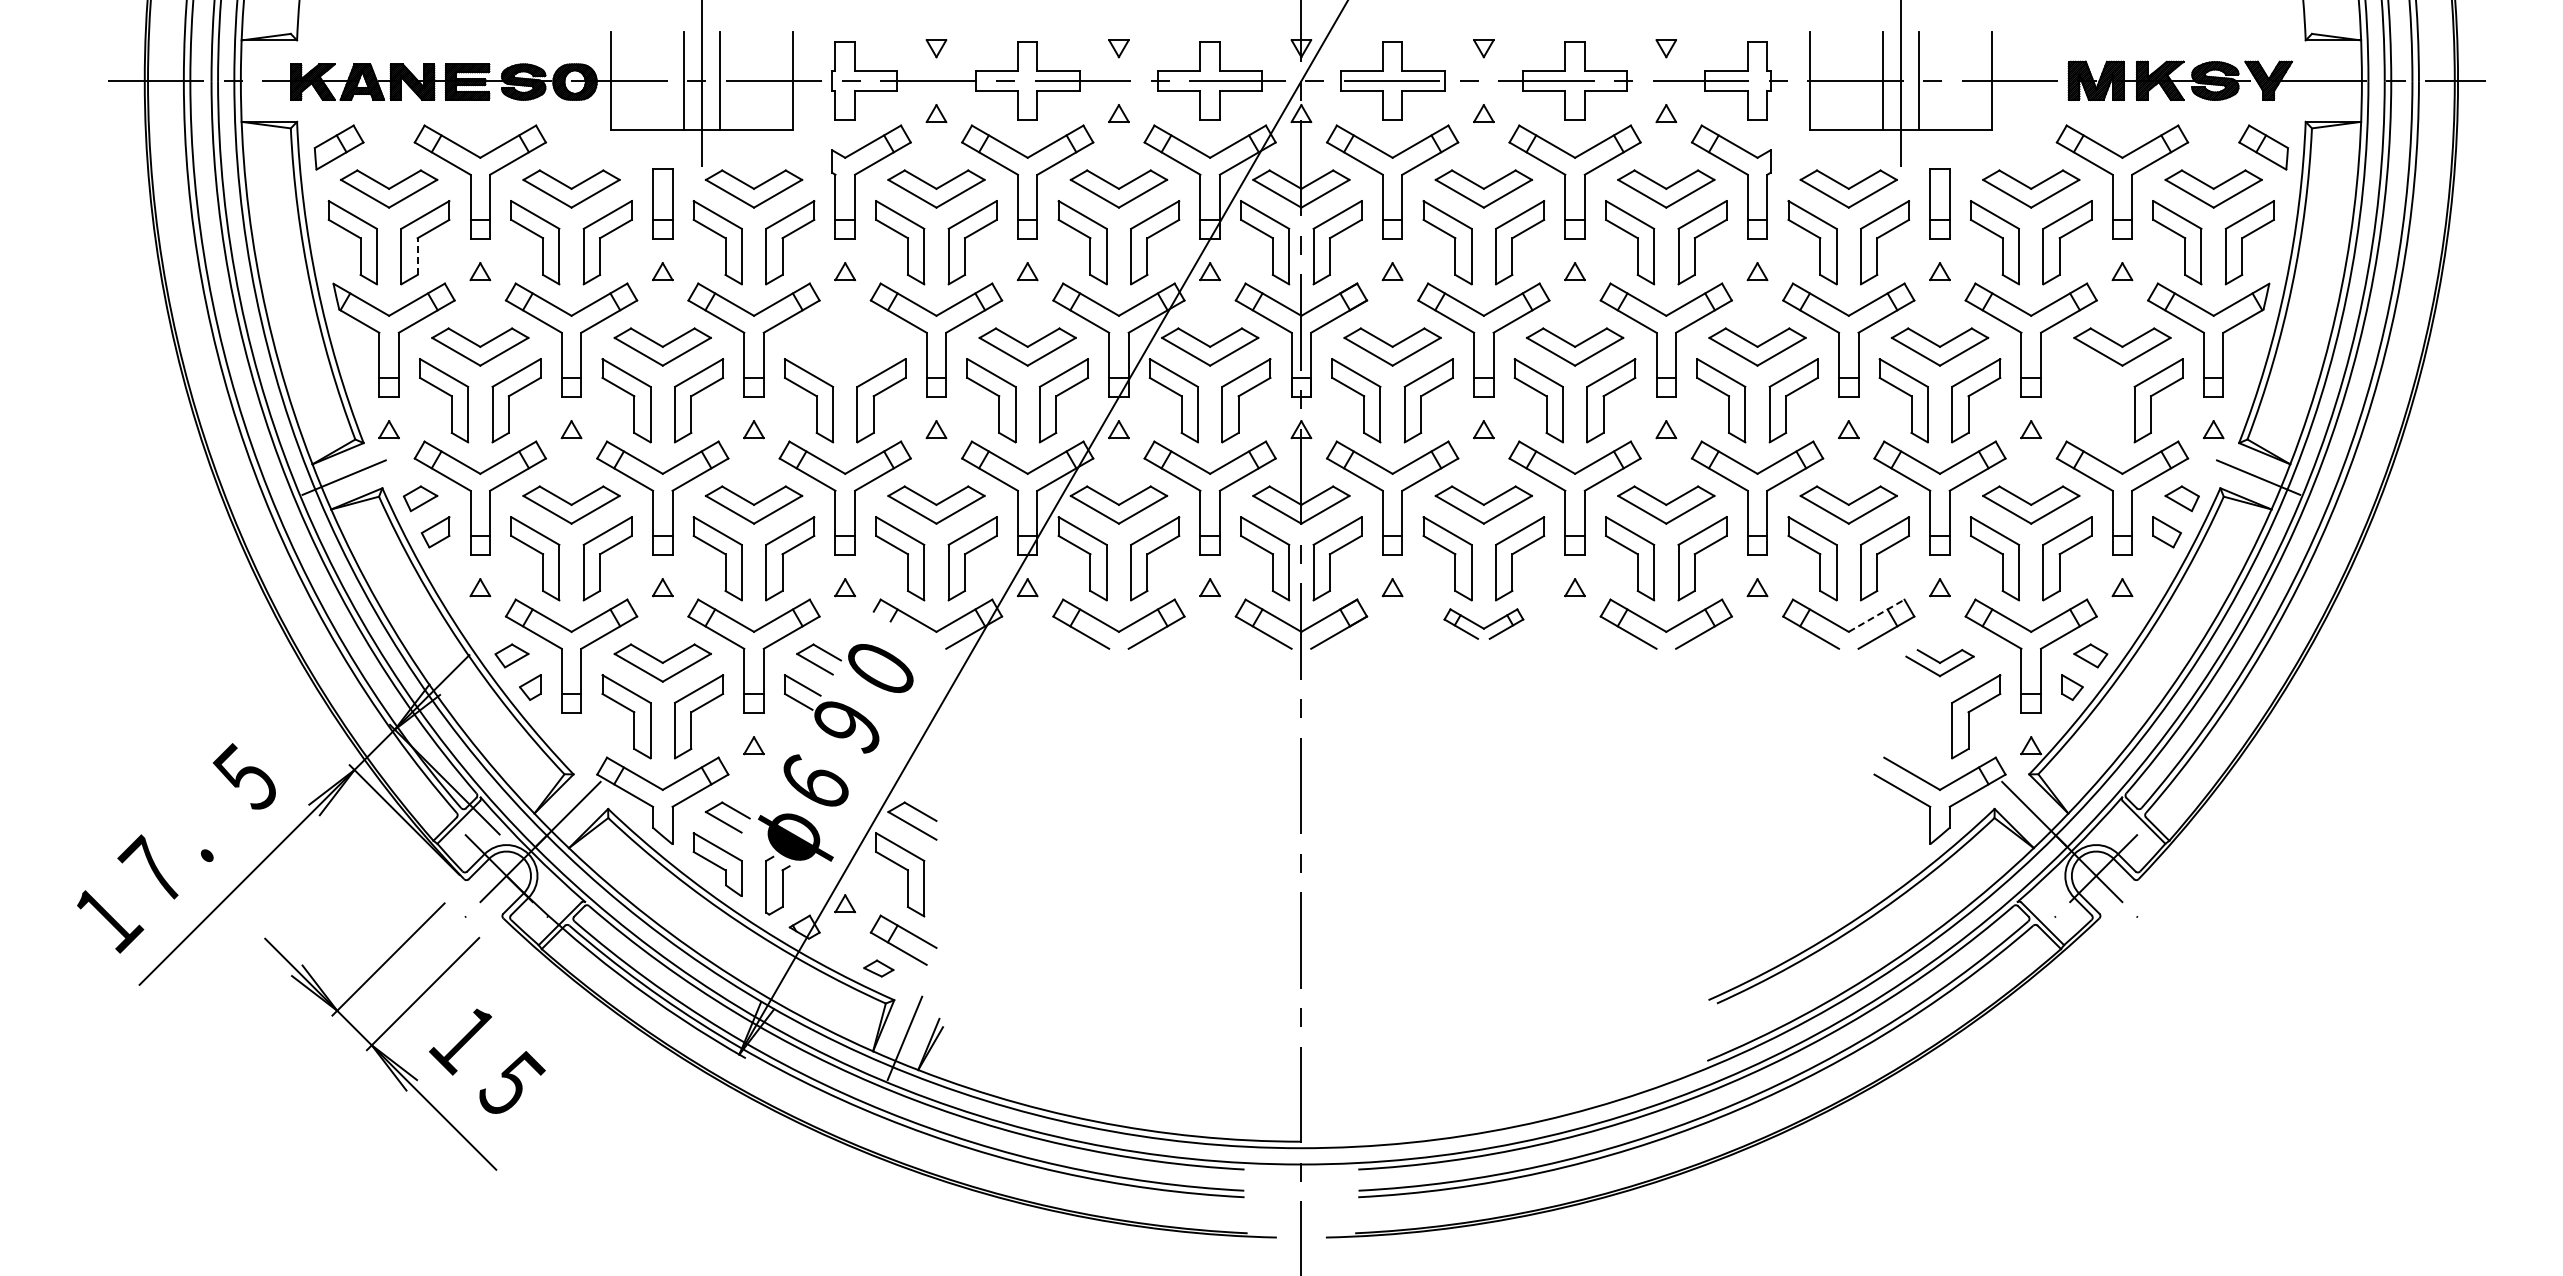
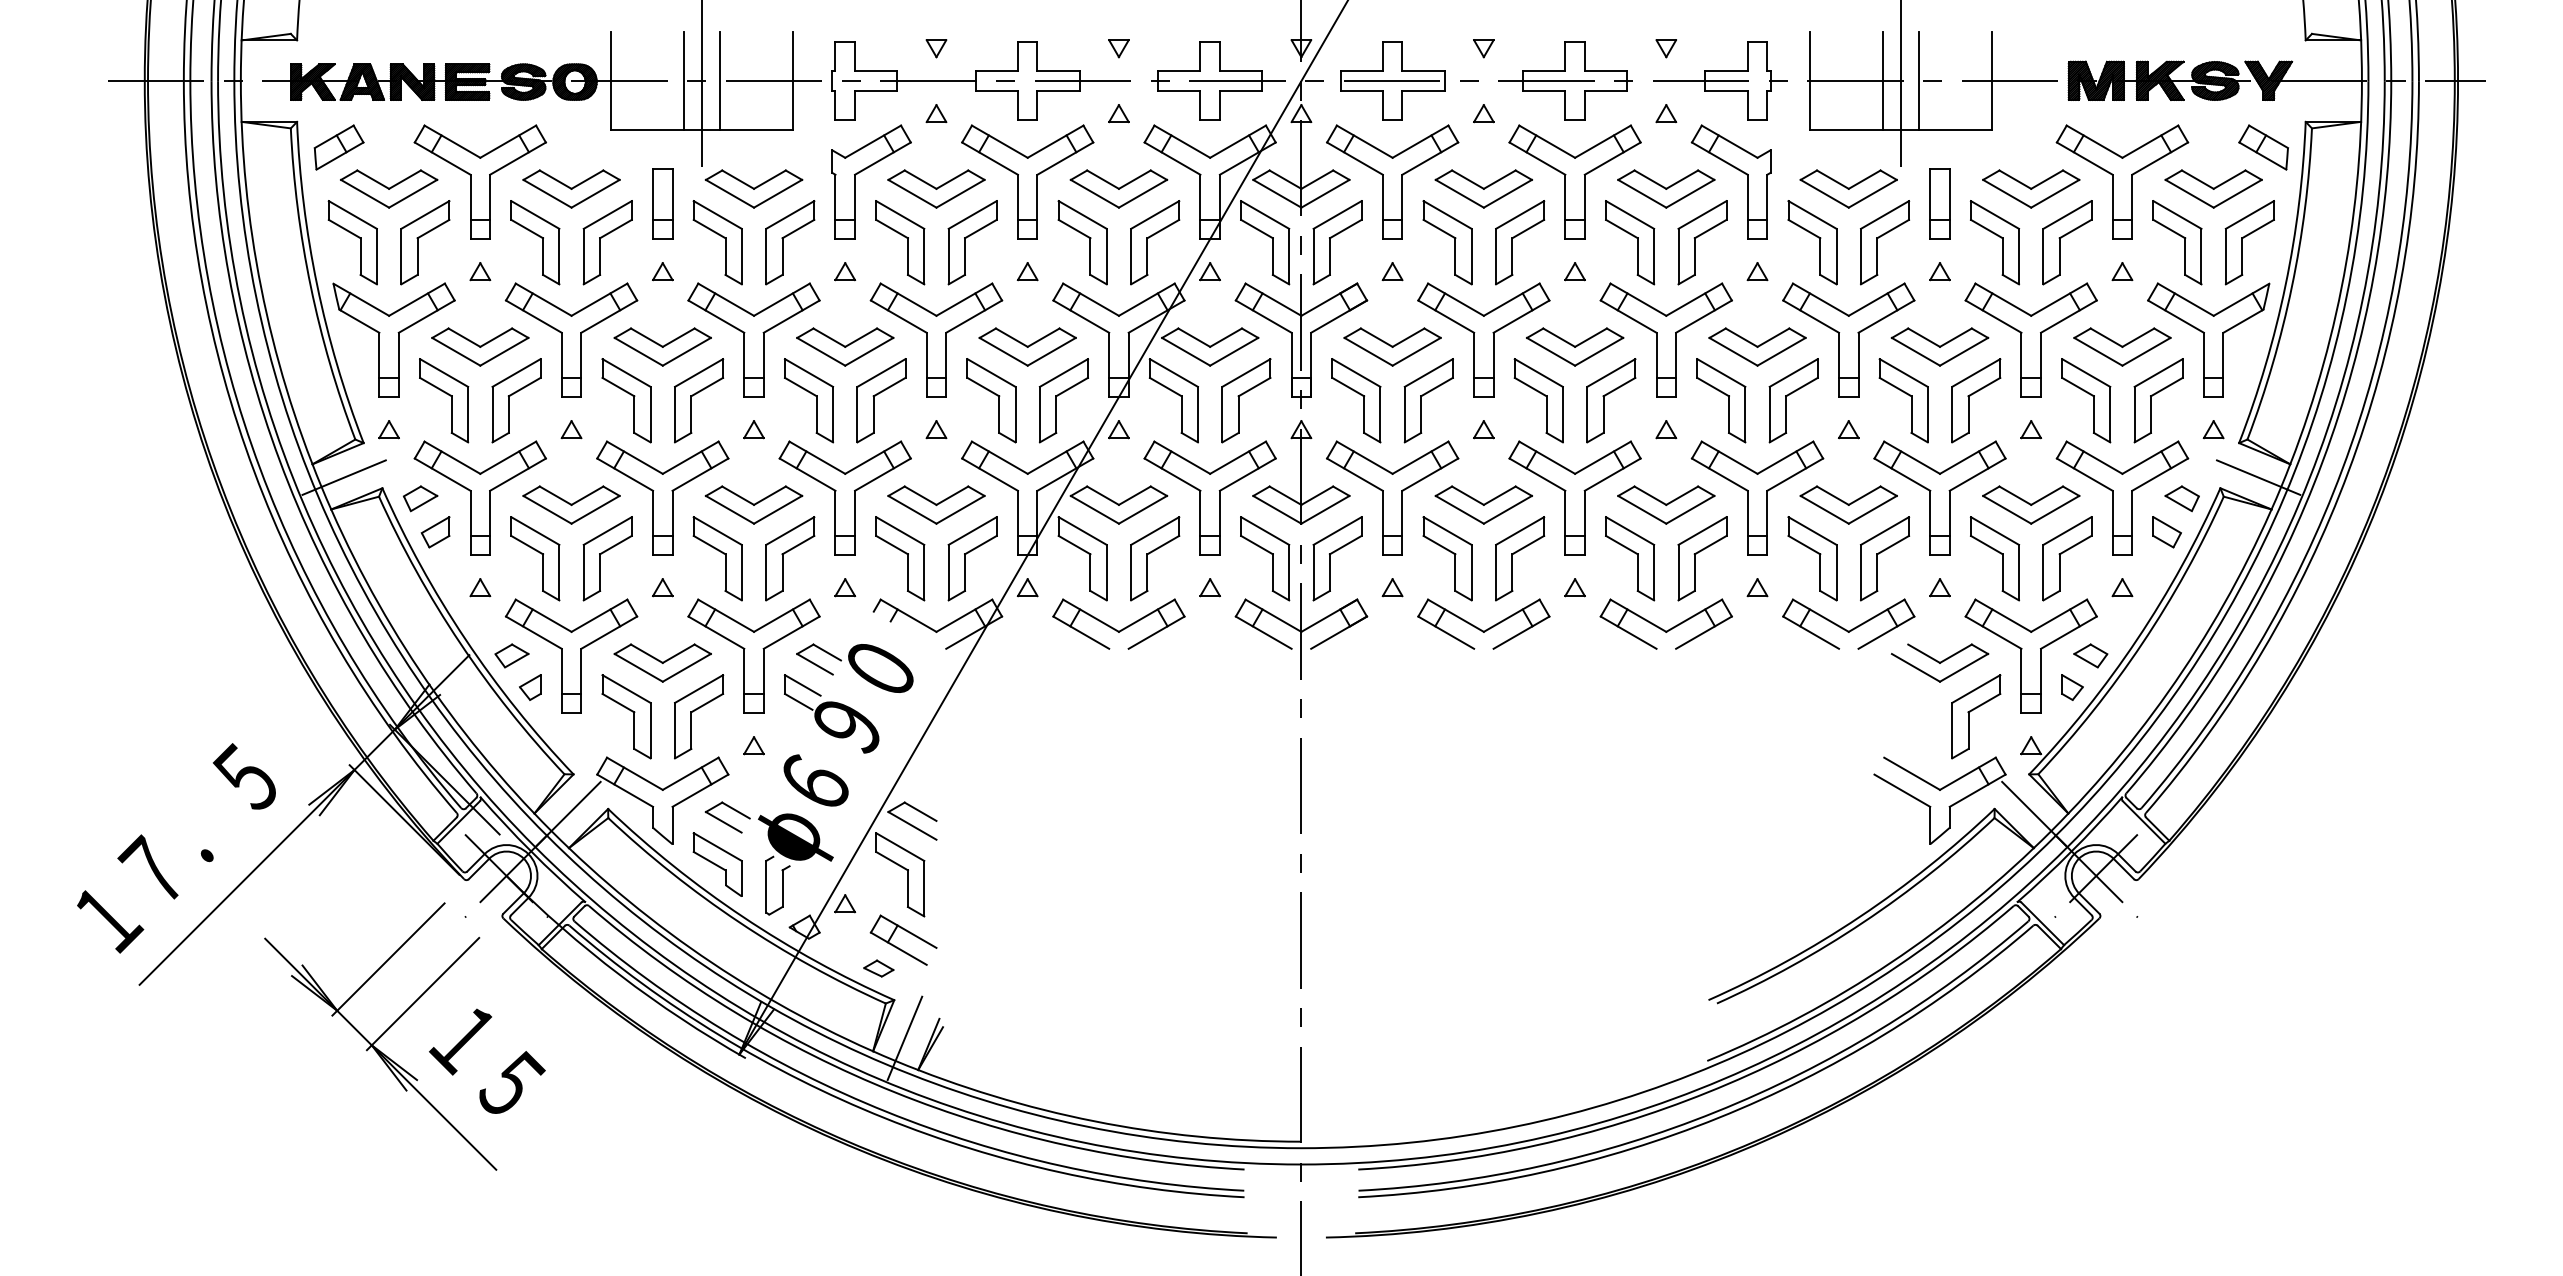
line at (417, 256): dashed -> solid
part at (845, 346): none -> present
part at (2088, 394): none -> present
line at (1877, 615): dashed -> solid
part at (1483, 623) size: 82x32 px -> 134x52 px
part at (1939, 663) size: 70x29 px -> 100x40 px
